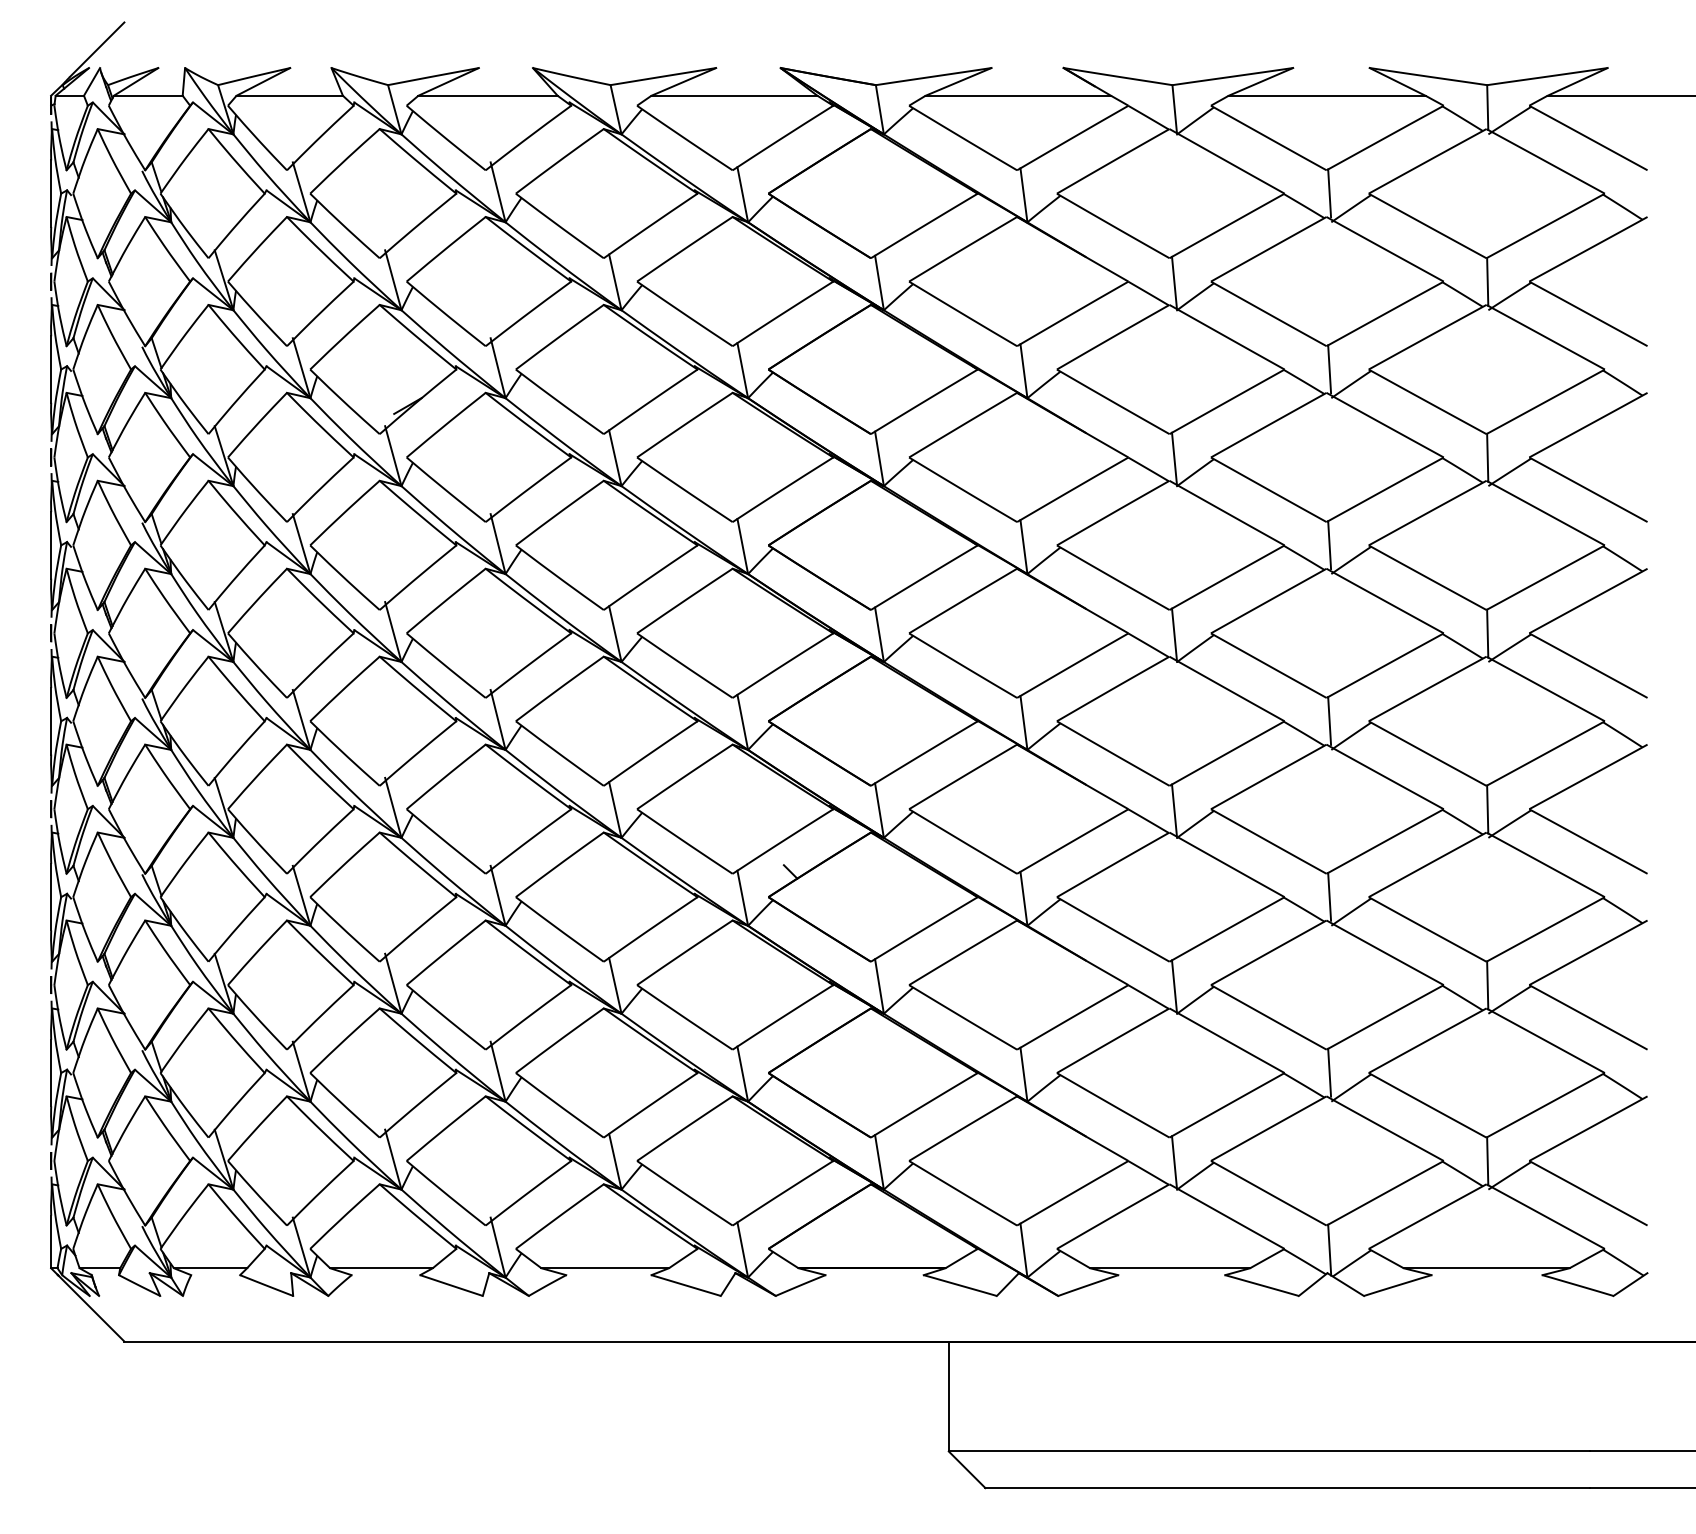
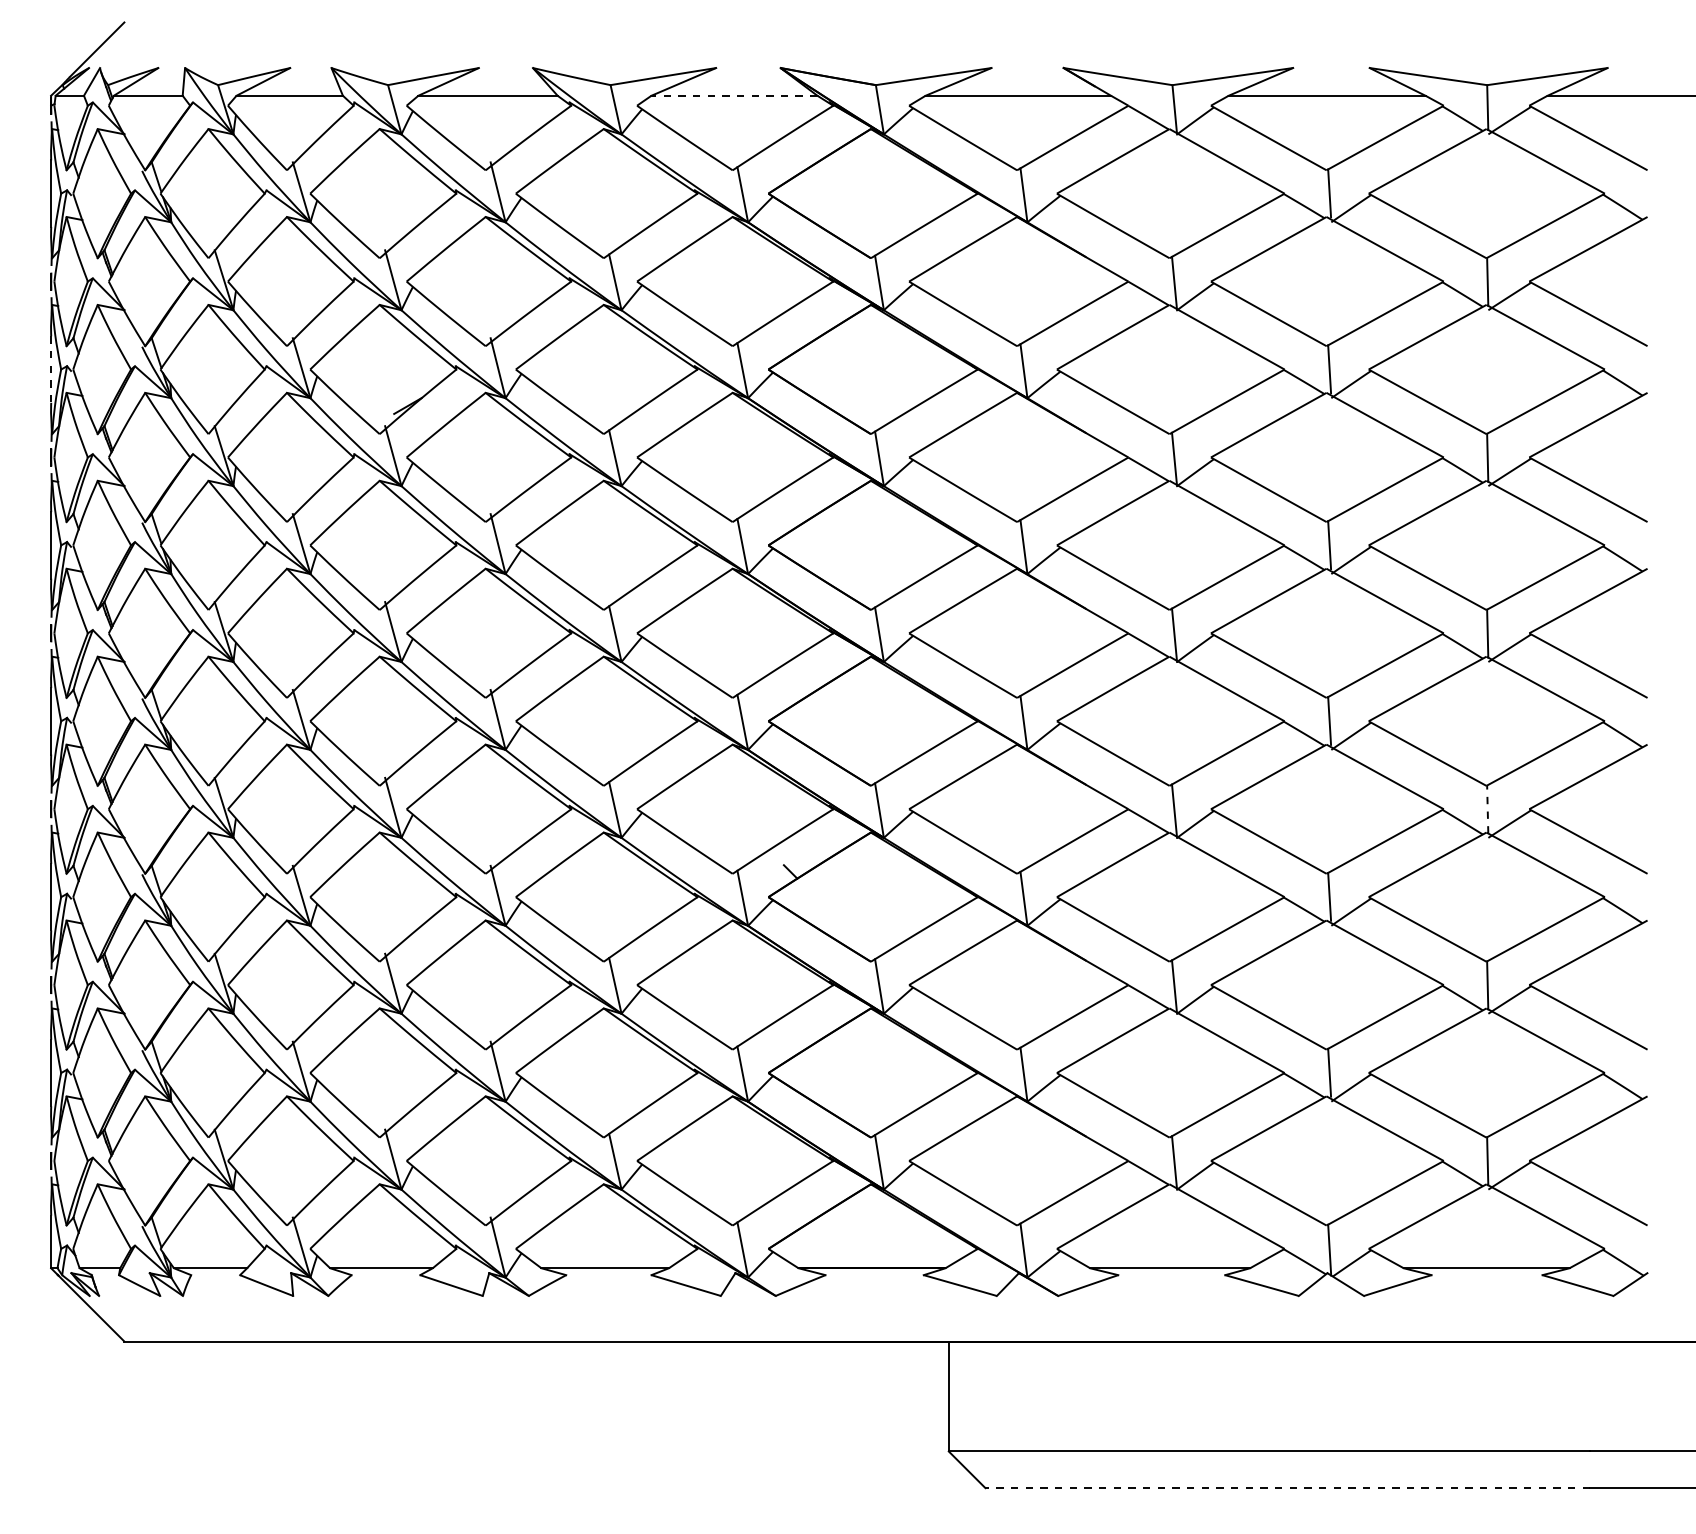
line at (734, 95): solid -> dashed
line at (51, 370): solid -> dashed
line at (1487, 809): solid -> dashed
line at (1287, 1488): solid -> dashed
